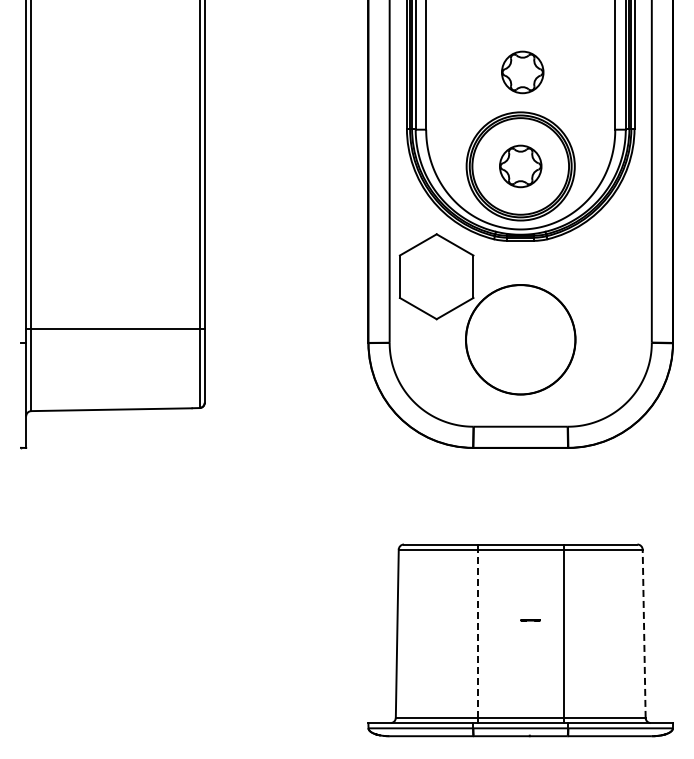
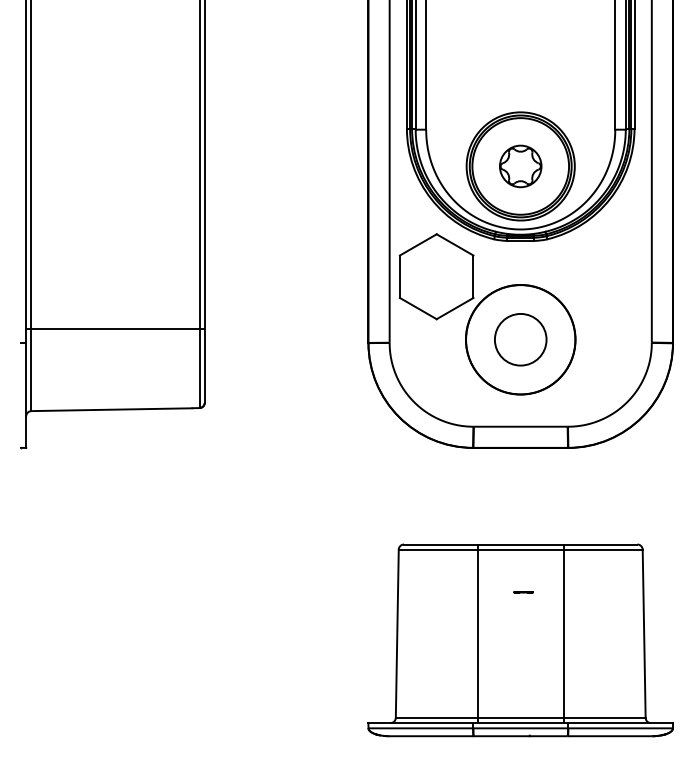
part at (522, 72): present -> none
circle at (520, 339): none -> present
line at (530, 620) position: (530, 620) -> (523, 592)
line at (477, 633): dashed -> solid
line at (644, 633): dashed -> solid
